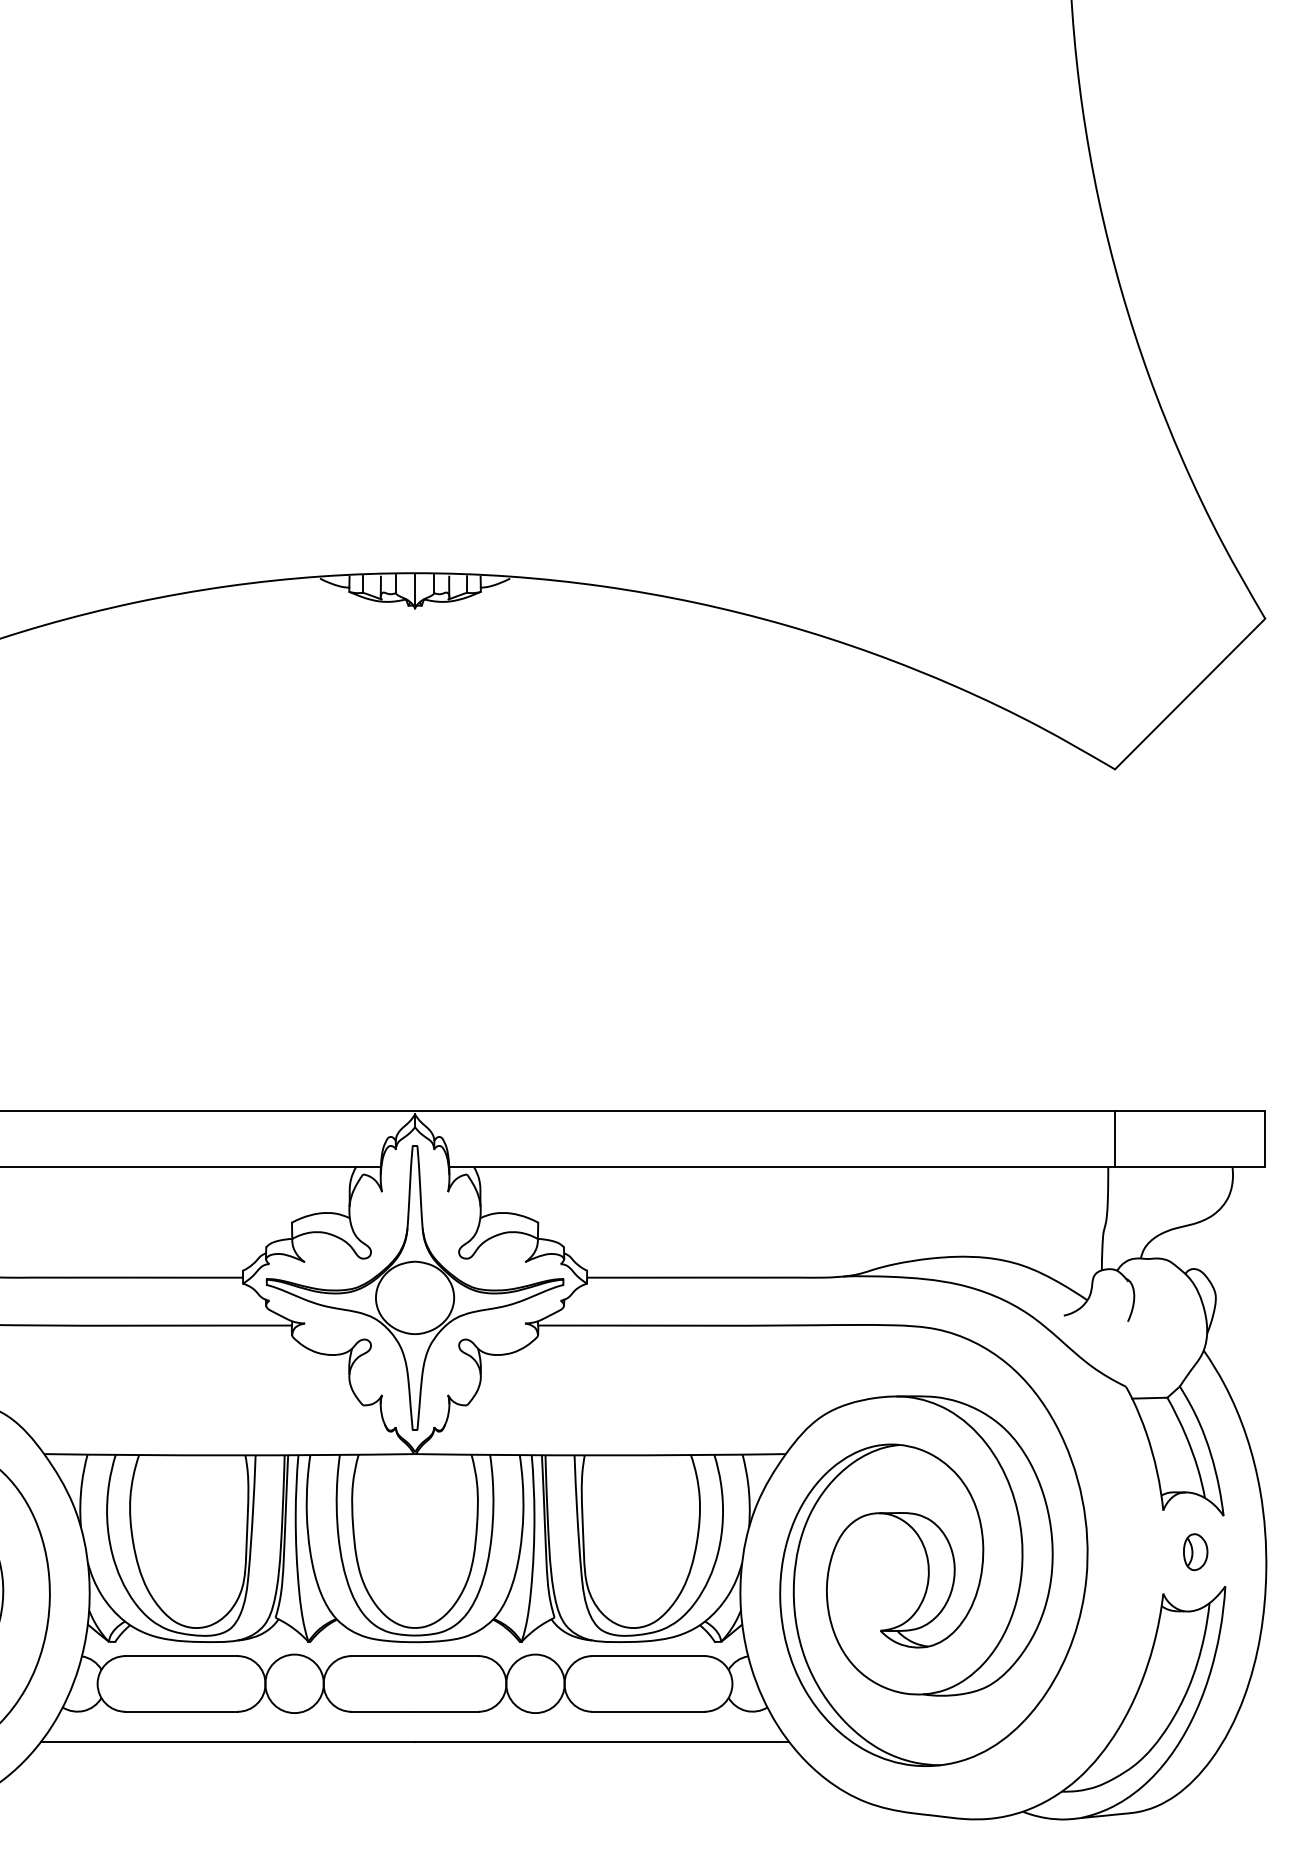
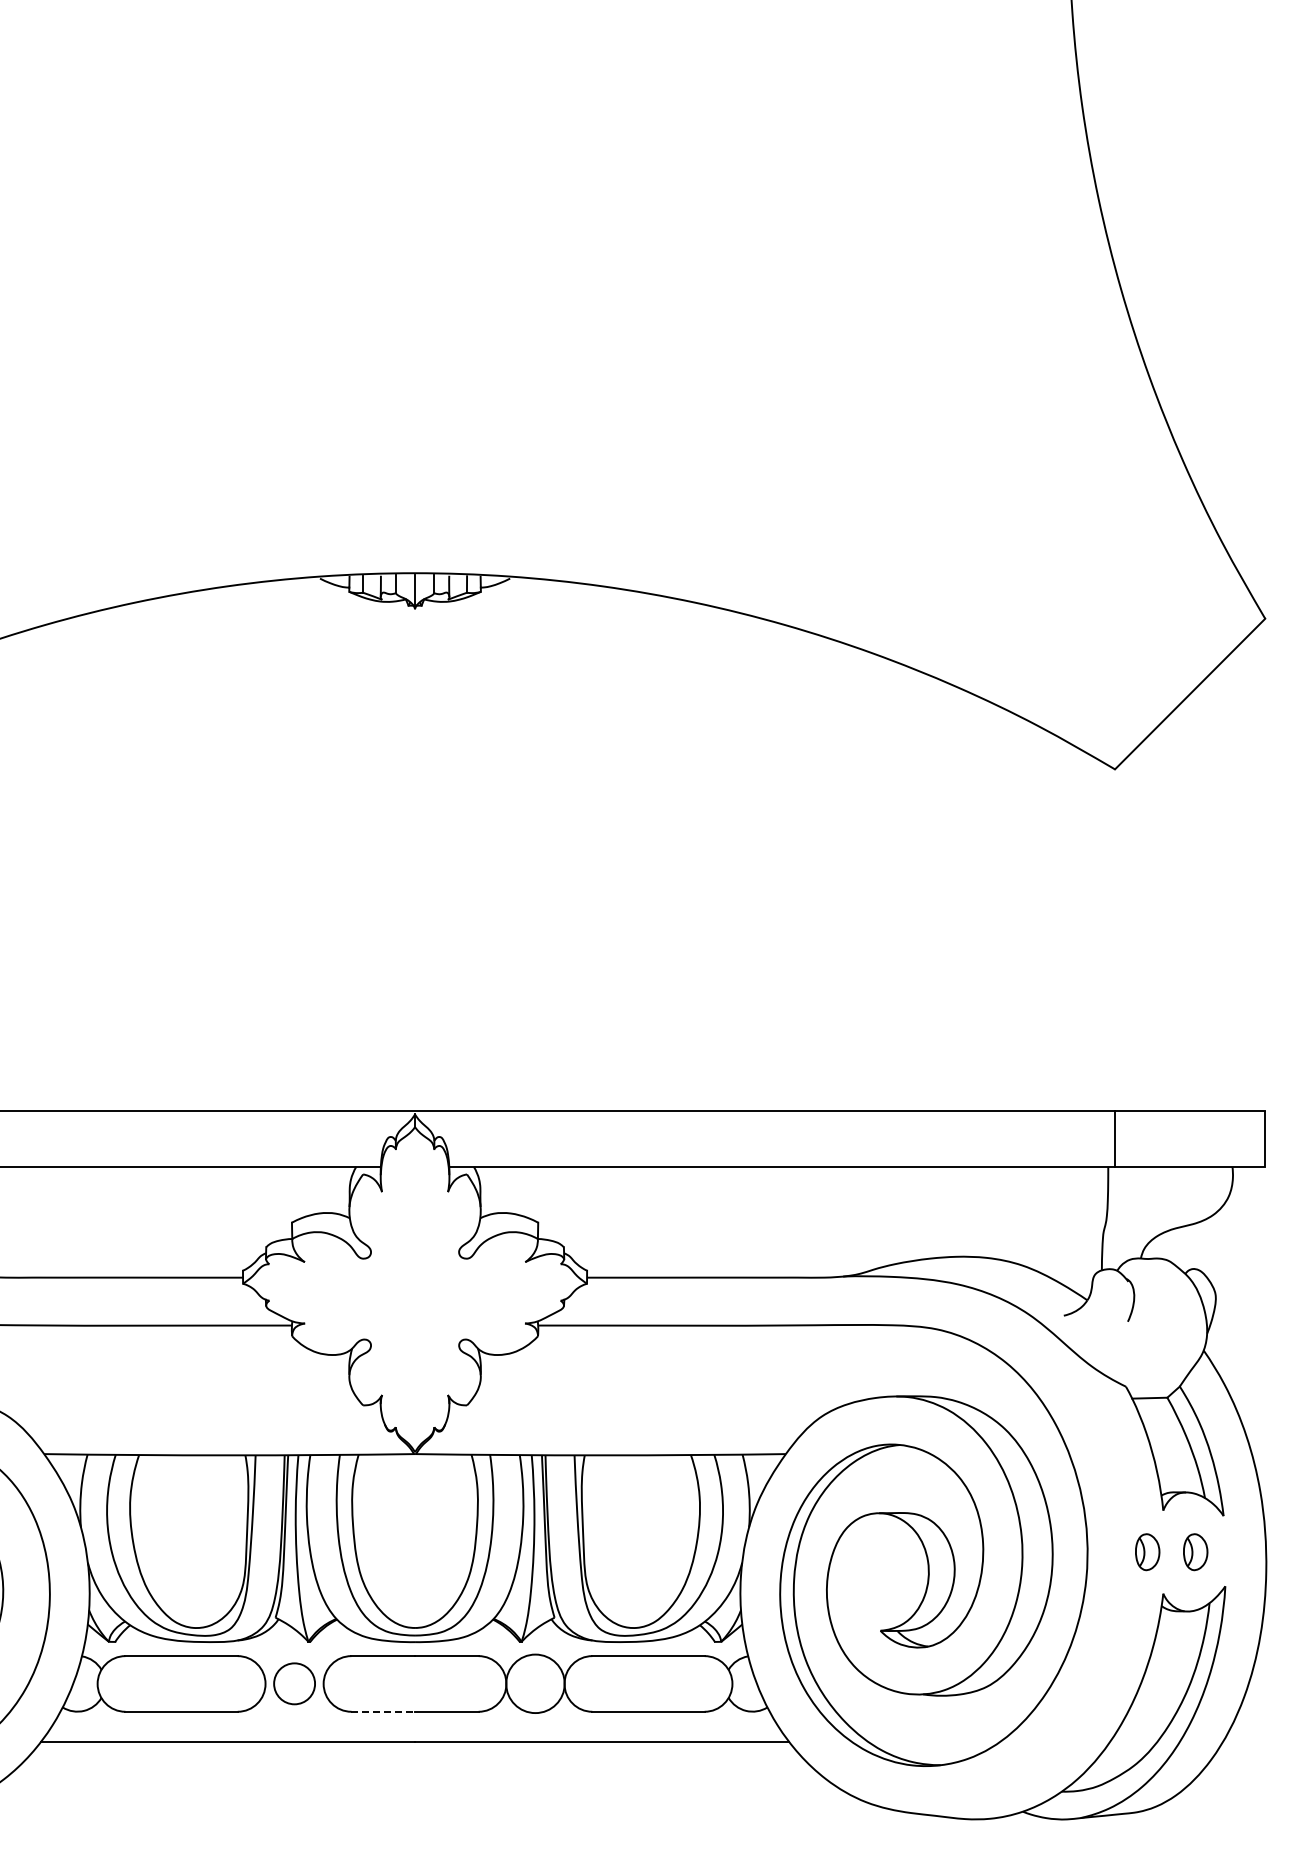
part at (414, 1287): present -> none
part at (1147, 1552): none -> present
circle at (294, 1683) diameter: 59 px -> 41 px
line at (383, 1711): solid -> dashed
